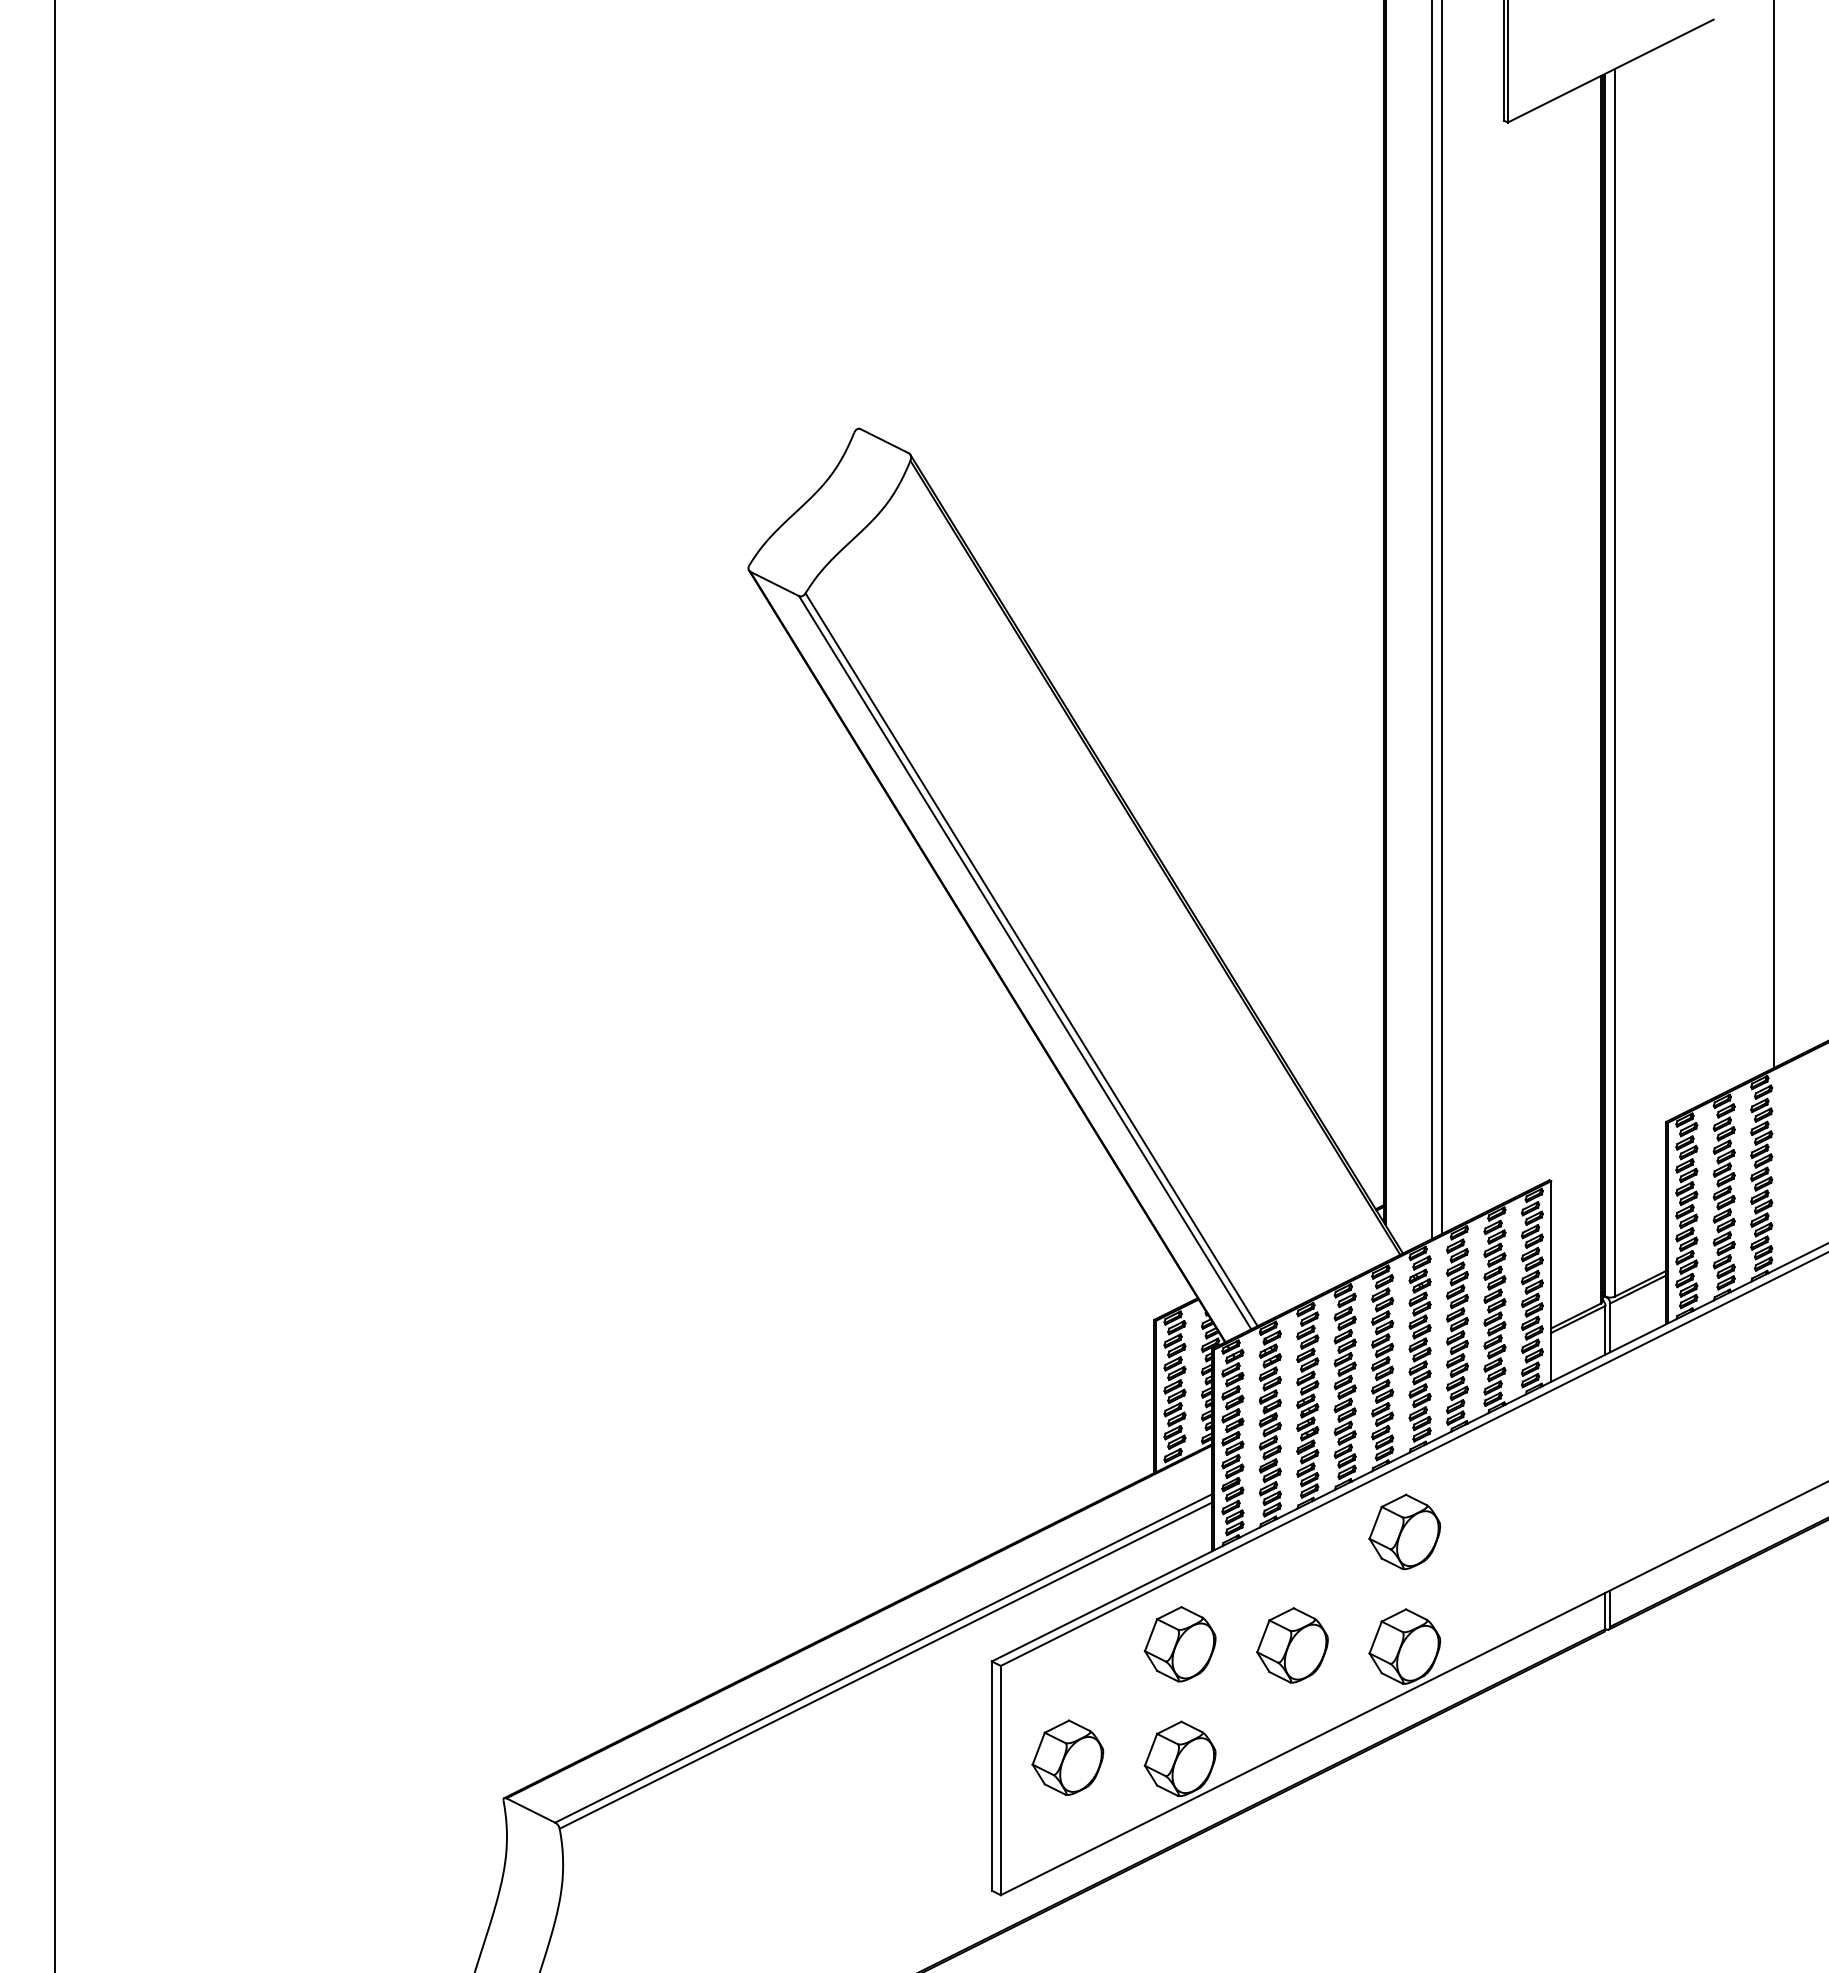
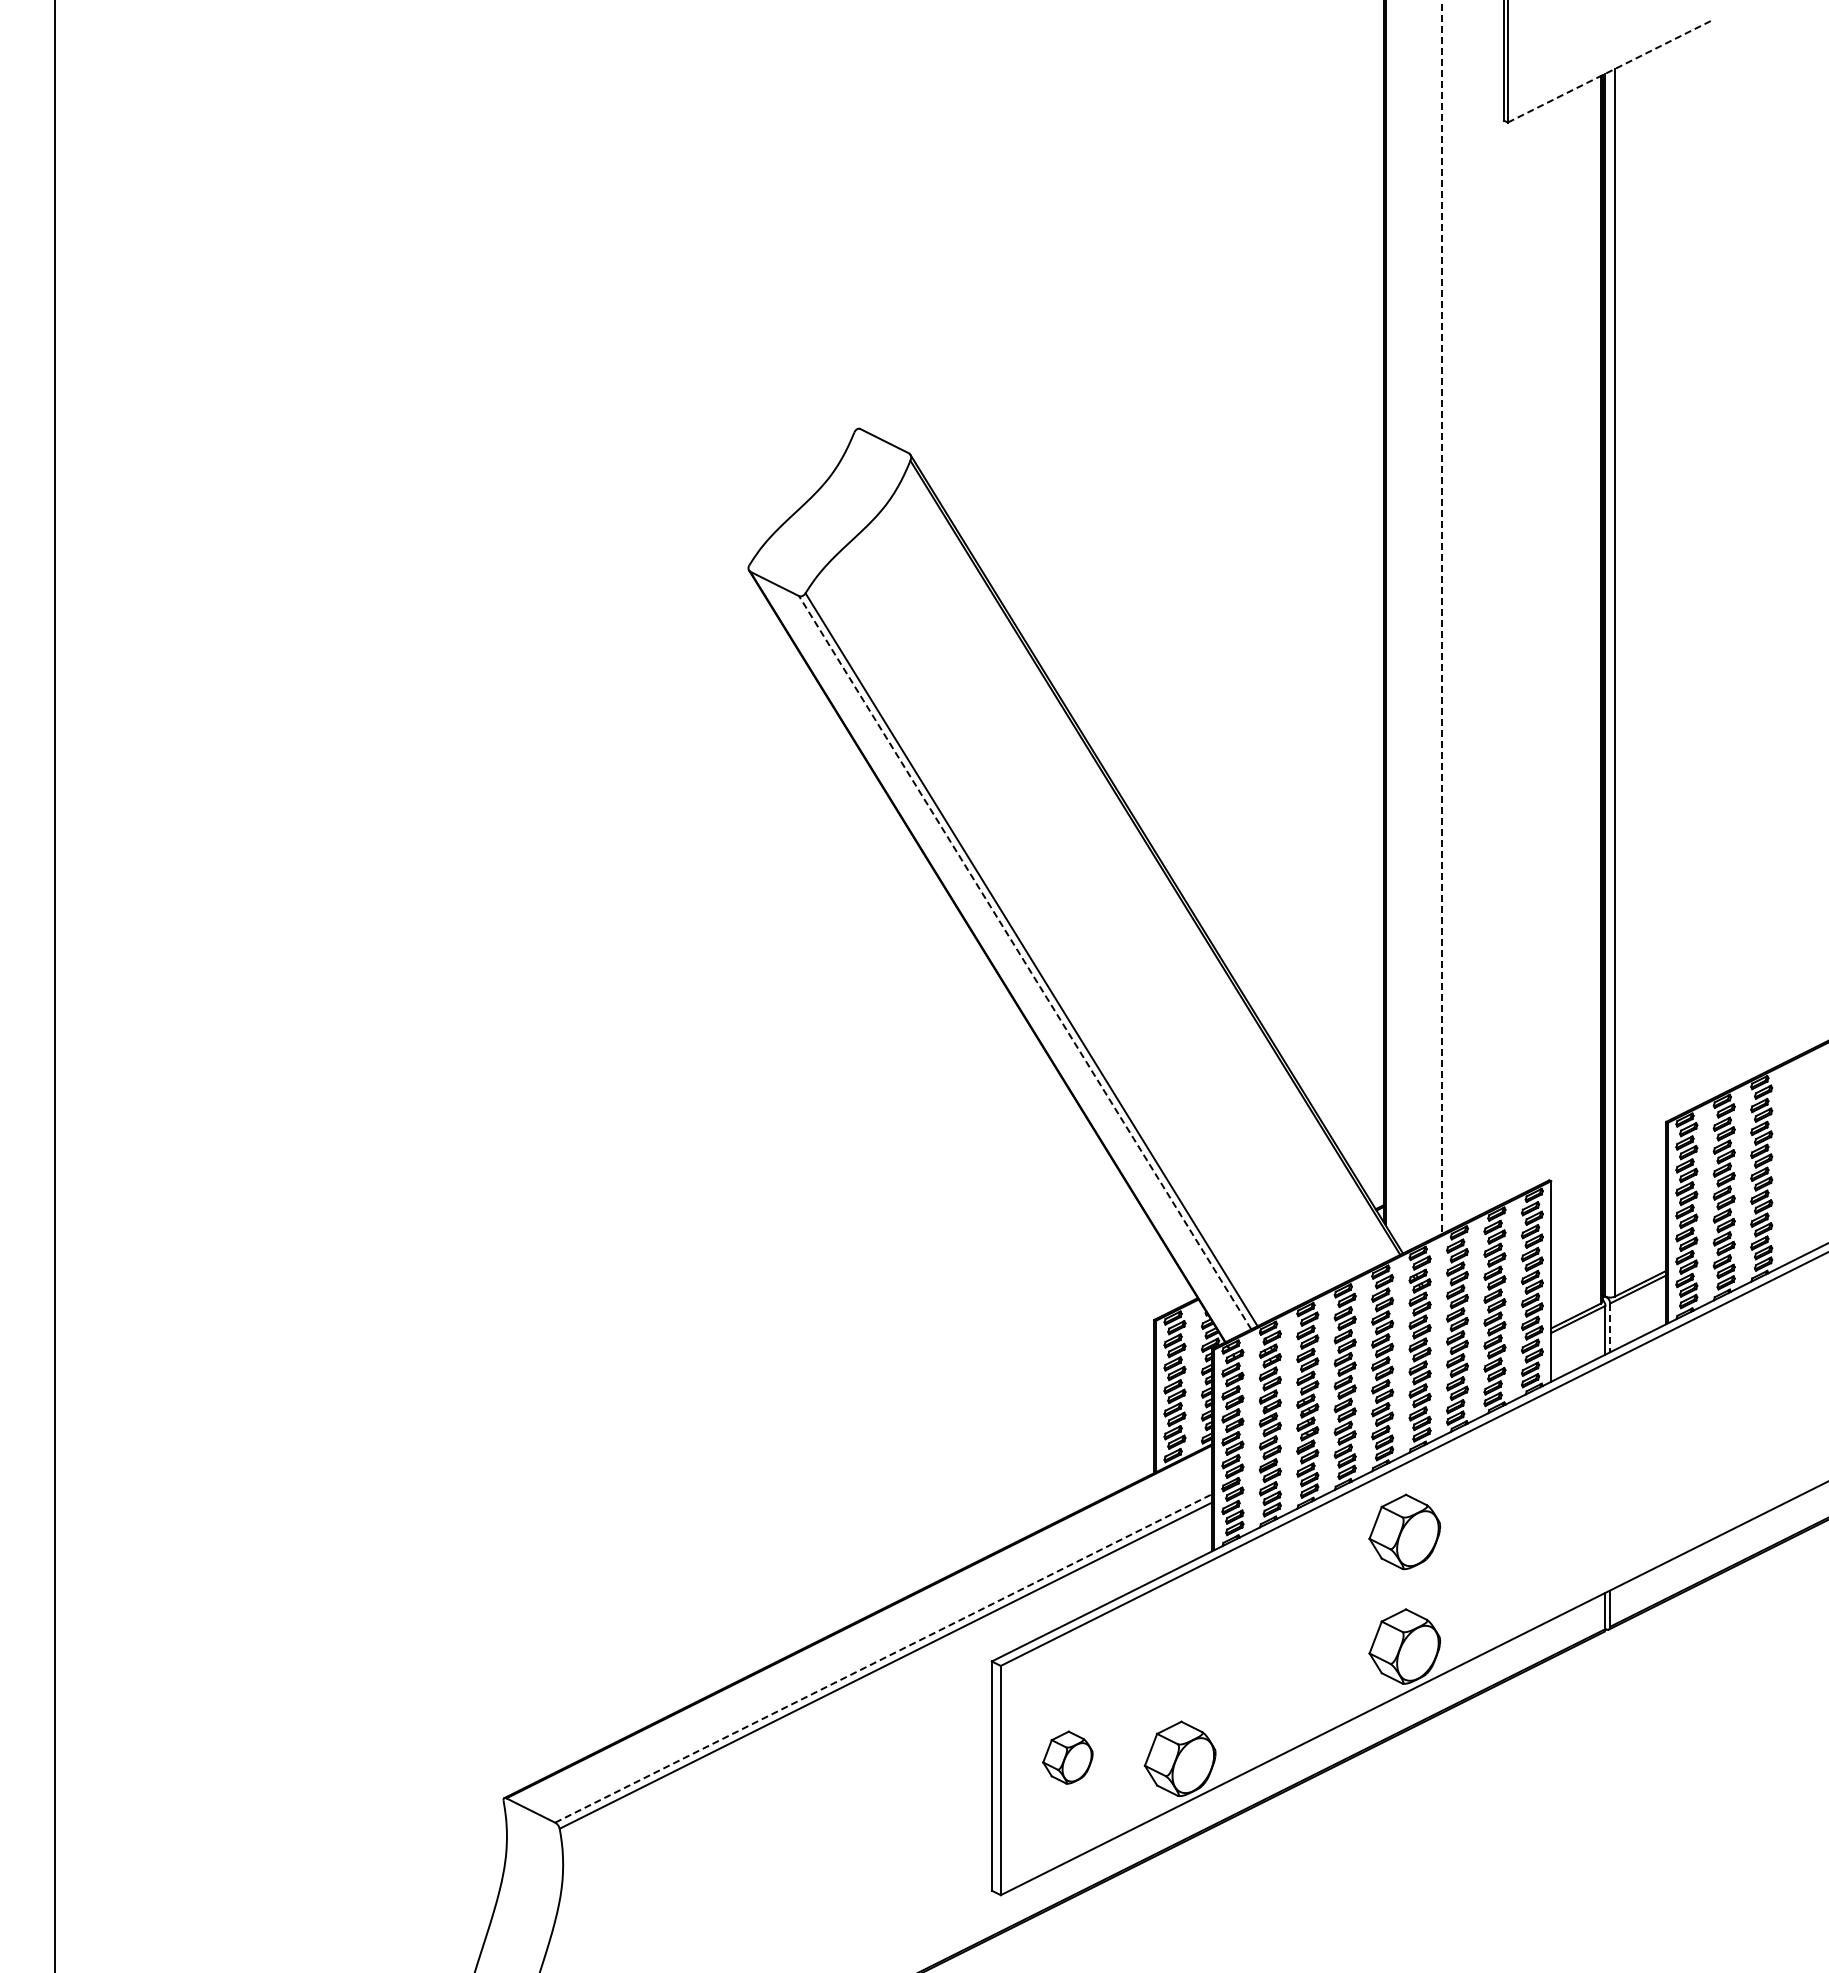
line at (1611, 70): solid -> dashed
line at (1773, 535): present -> none
line at (1441, 617): solid -> dashed
line at (1432, 620): present -> none
line at (1025, 962): solid -> dashed
line at (1610, 1328): solid -> dashed
part at (1179, 1644): present -> none
part at (1292, 1645): present -> none
line at (884, 1658): solid -> dashed
part at (1067, 1757) size: 74x77 px -> 52x55 px
